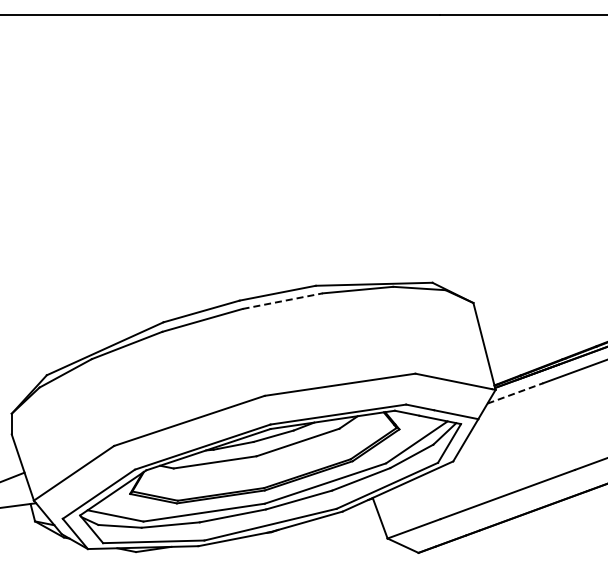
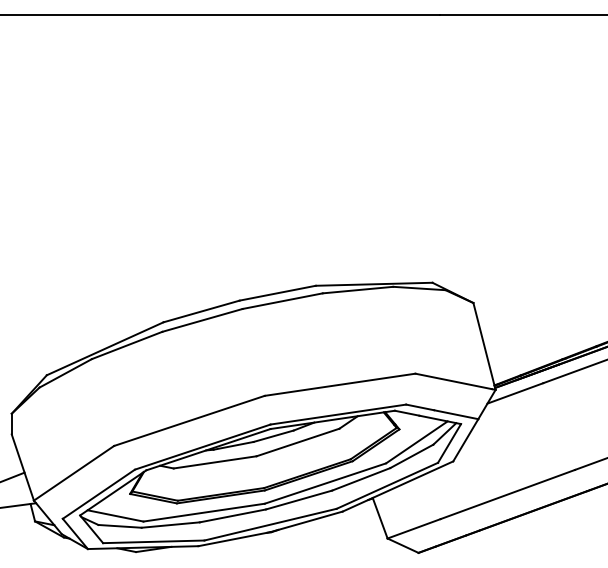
line at (282, 301): dashed -> solid
line at (515, 393): dashed -> solid
